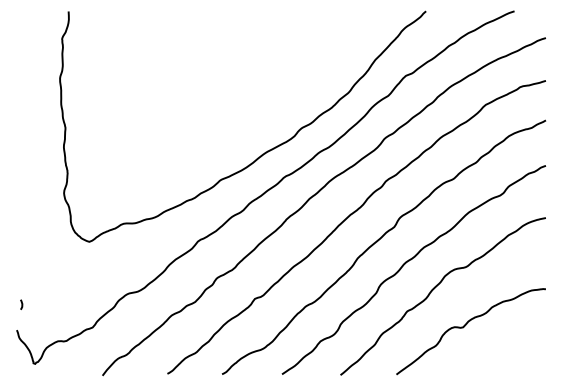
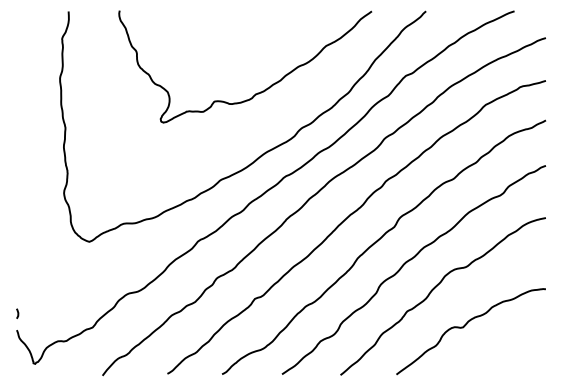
curve at (257, 92): none -> present
curve at (21, 304) position: (21, 304) -> (17, 313)
